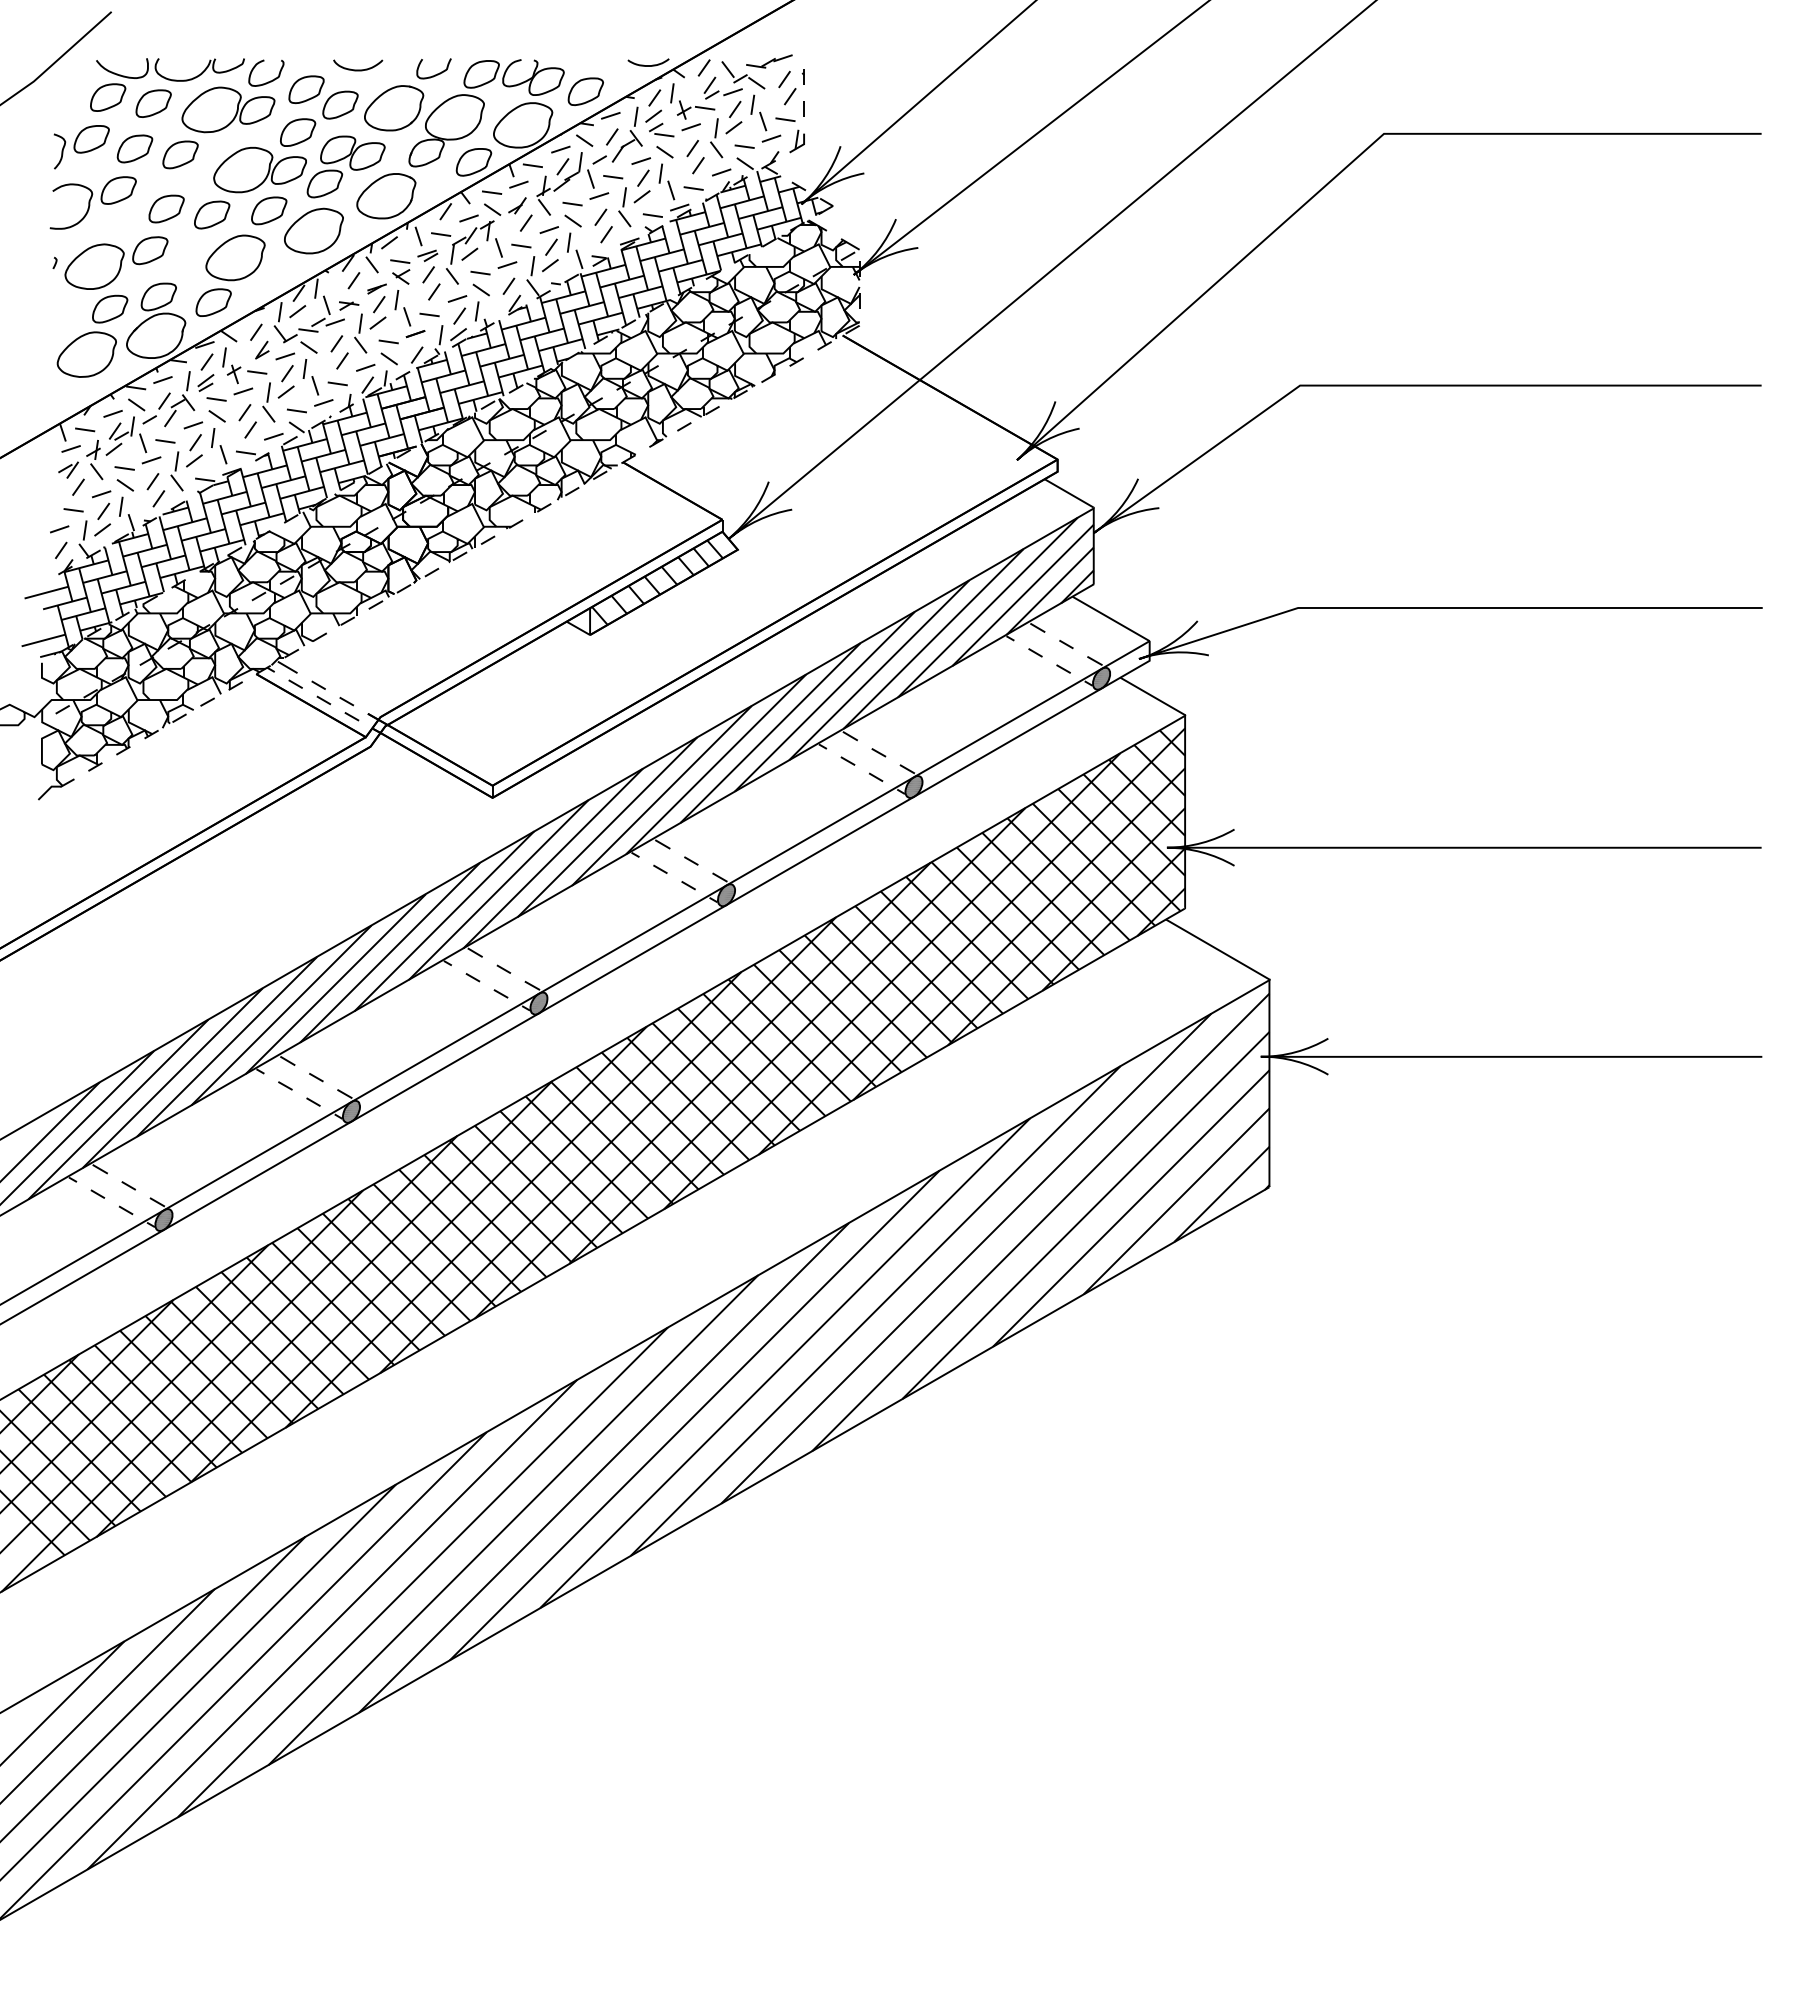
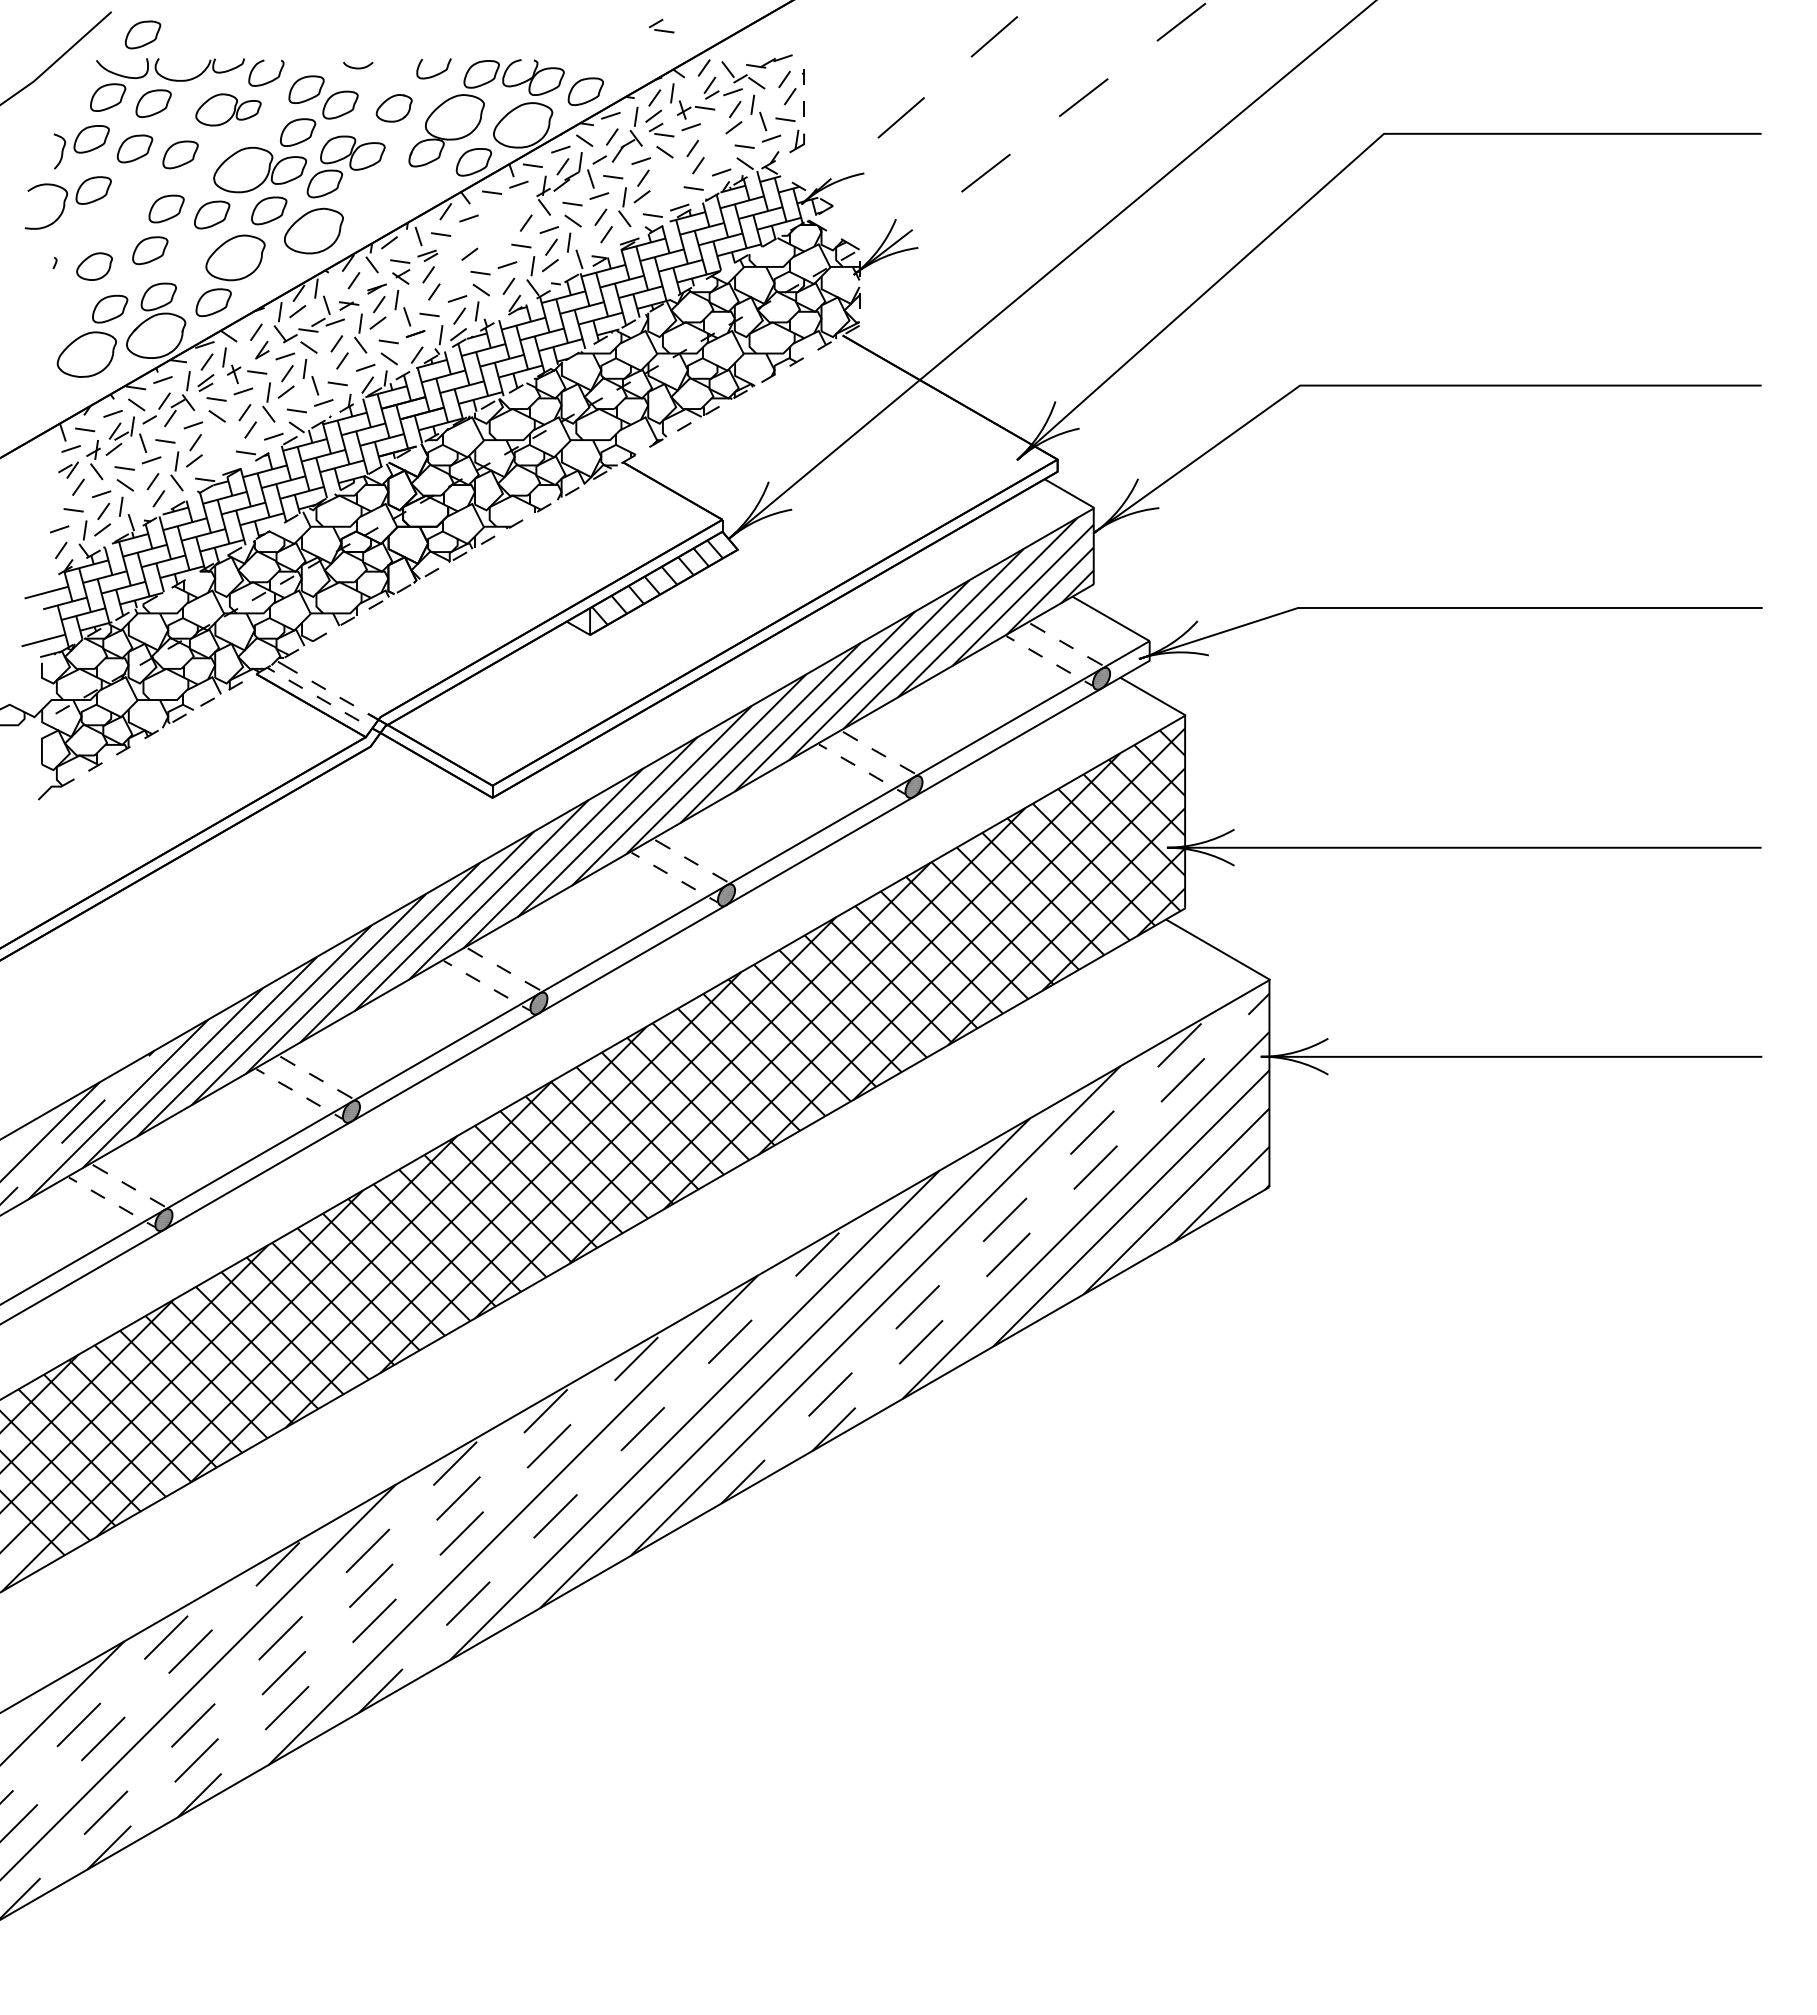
part at (661, 25): none -> present
part at (142, 34): none -> present
part at (358, 65) size: 51x13 px -> 31x9 px
curve at (648, 65): present -> none
part at (394, 108) size: 61x47 px -> 38x29 px
part at (228, 109) size: 95x48 px -> 67x34 px
line at (888, 129): solid -> dashed
line at (1031, 137): solid -> dashed
part at (716, 138): present -> none
part at (666, 181): present -> none
part at (386, 196): present -> none
part at (92, 202) position: (92, 202) -> (67, 202)
part at (486, 240): present -> none
part at (94, 266) size: 61x47 px -> 37x29 px
part at (219, 446): present -> none
line at (77, 1127): solid -> dashed
line at (1040, 1222): solid -> dashed
line at (966, 1258): solid -> dashed
line at (604, 1467): solid -> dashed
line at (423, 1572): solid -> dashed
line at (332, 1624): solid -> dashed
line at (243, 1675): solid -> dashed
line at (152, 1689): solid -> dashed
line at (107, 1696): solid -> dashed
